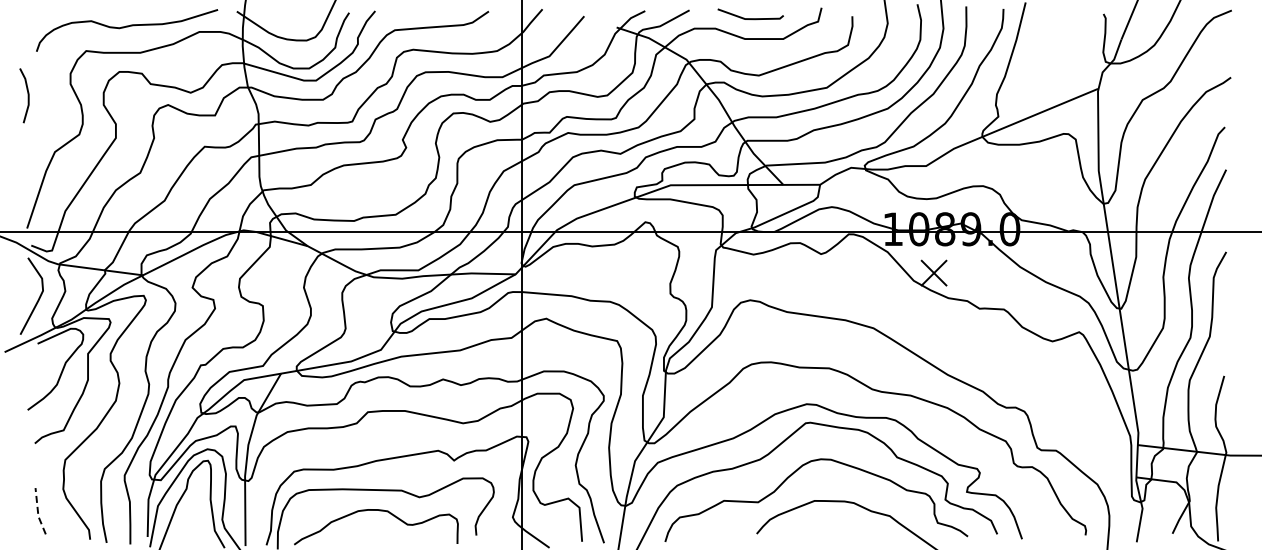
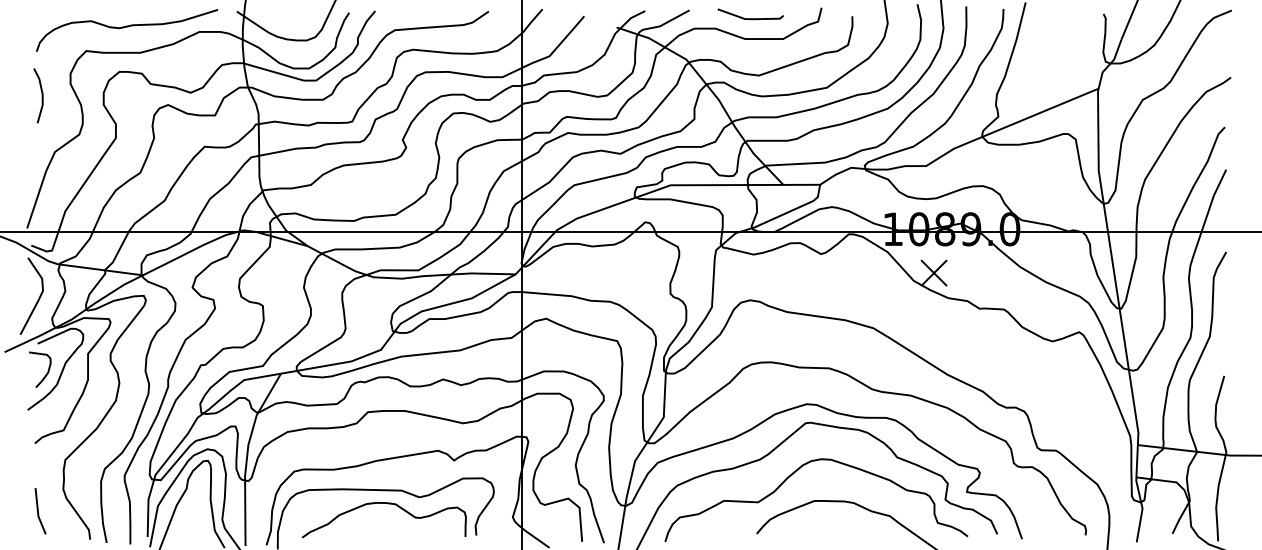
line at (27, 95) position: (27, 95) -> (41, 95)
curve at (47, 370): none -> present
curve at (379, 511) position: (379, 511) -> (387, 504)
line at (38, 512): dashed -> solid
